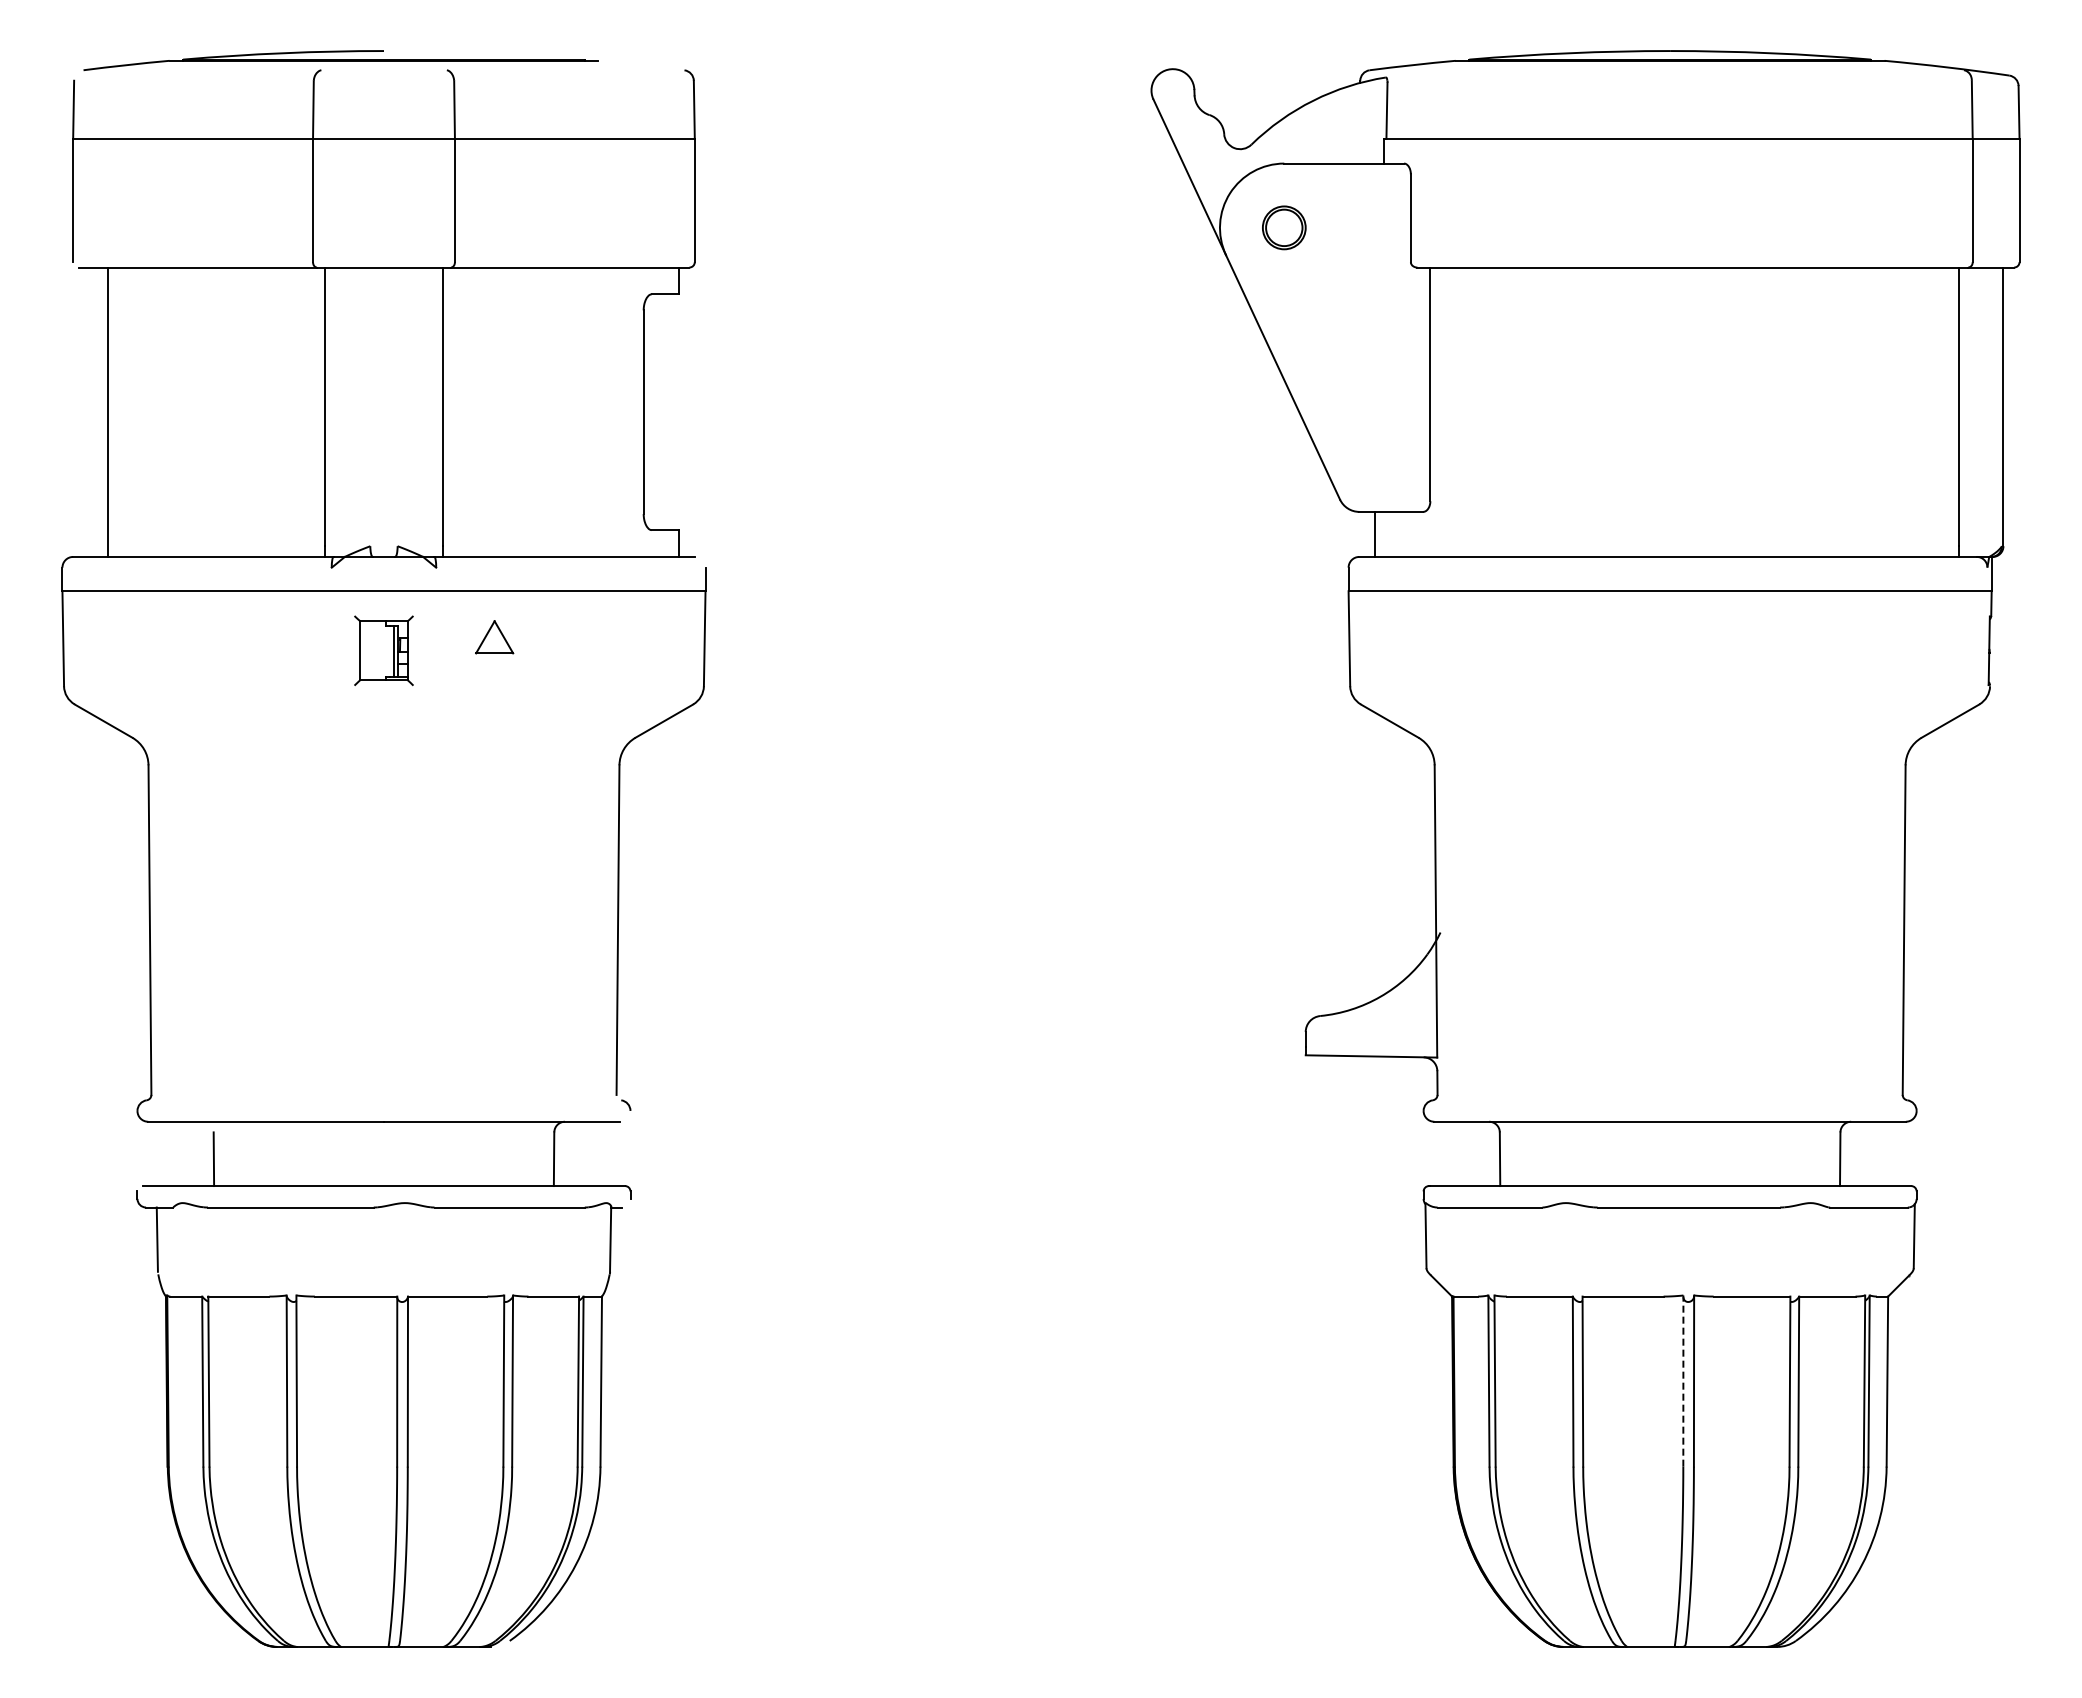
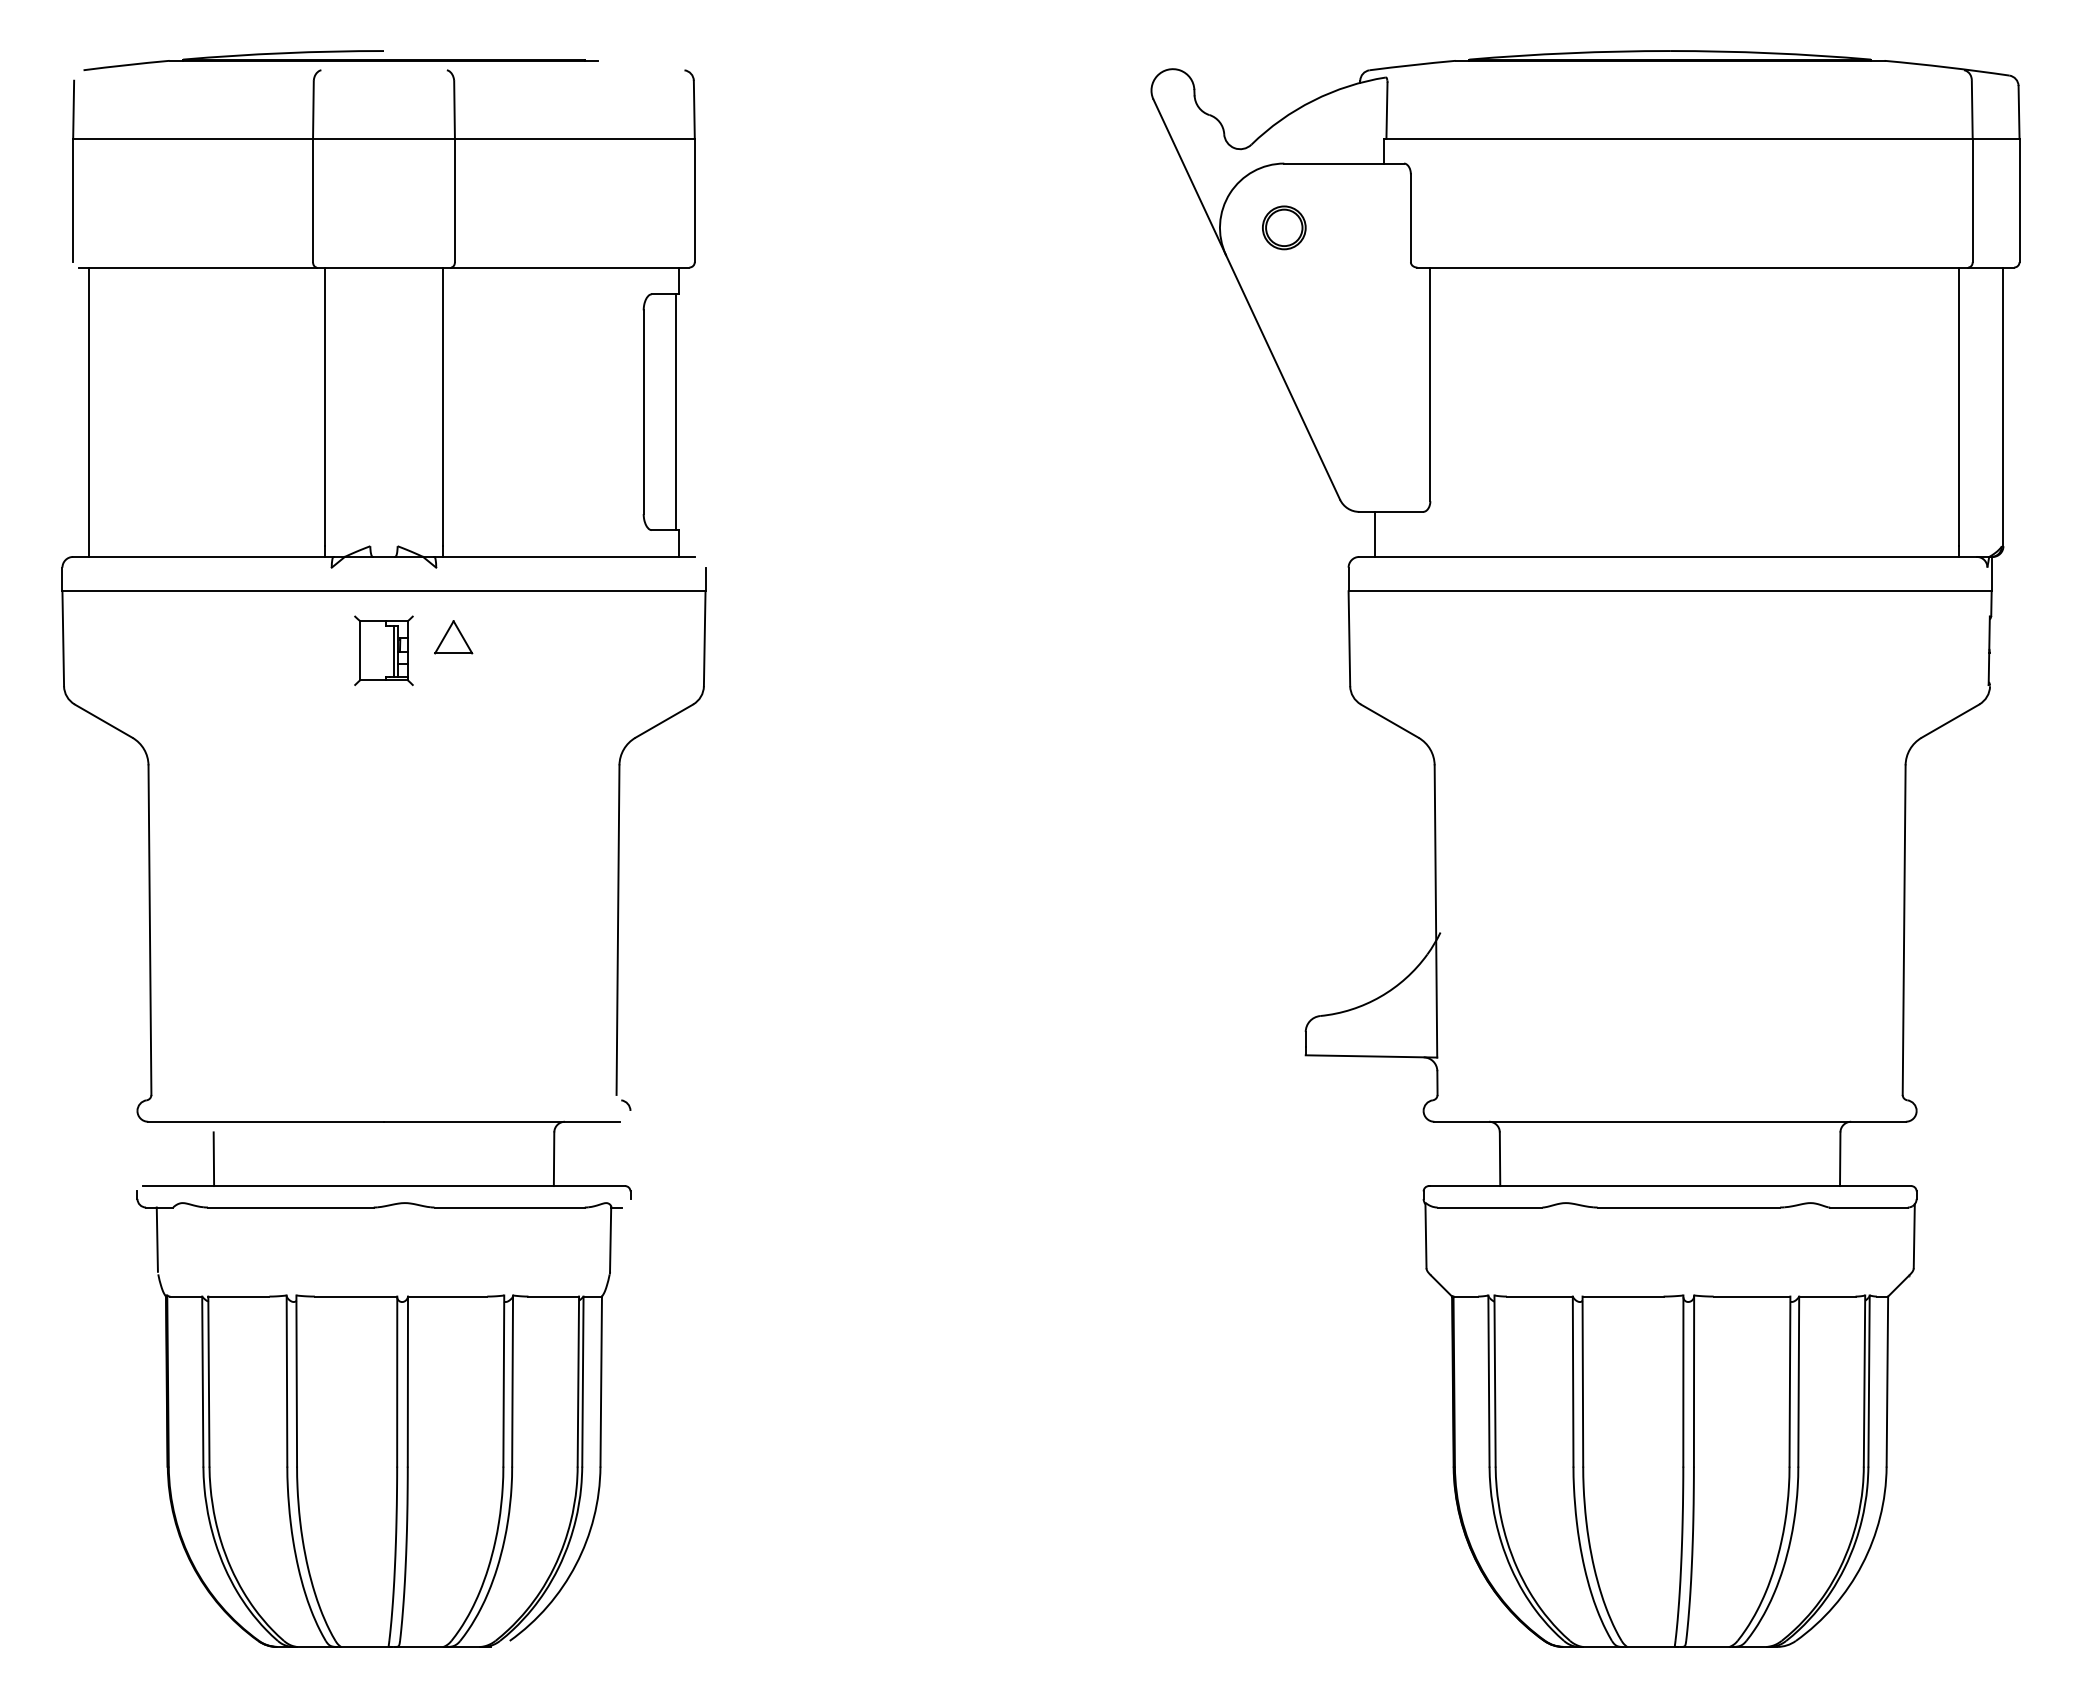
line at (108, 411) position: (108, 411) -> (89, 411)
line at (676, 412): none -> present
part at (494, 637) position: (494, 637) -> (453, 637)
line at (1683, 1381): dashed -> solid
